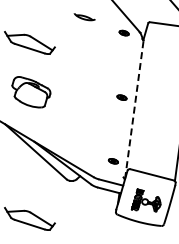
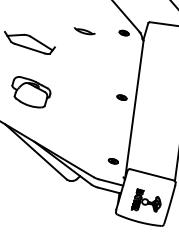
part at (84, 17) position: (84, 17) -> (84, 31)
line at (134, 110): dashed -> solid
part at (29, 218): present -> none
